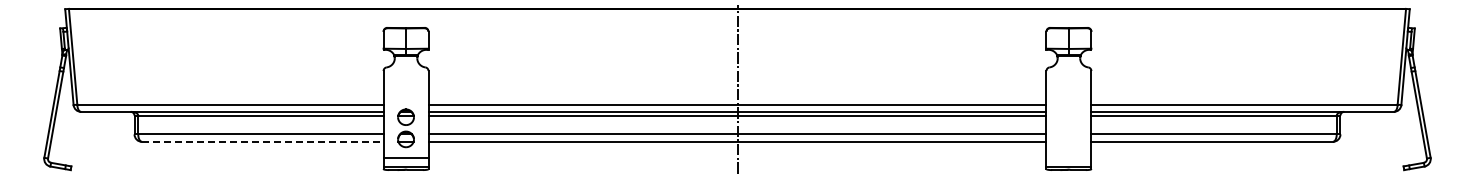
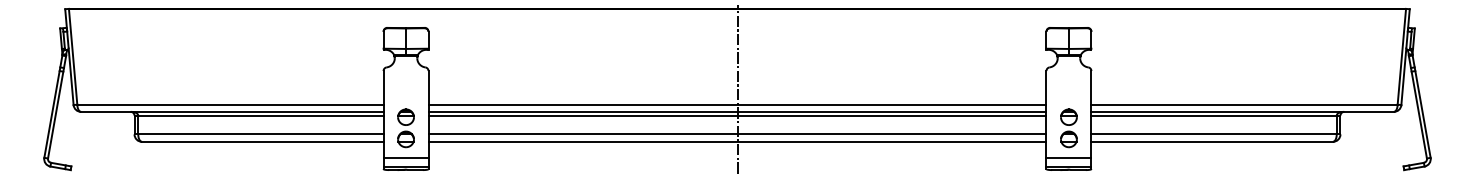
part at (1068, 128): none -> present
line at (262, 141): dashed -> solid
line at (1068, 157): none -> present
